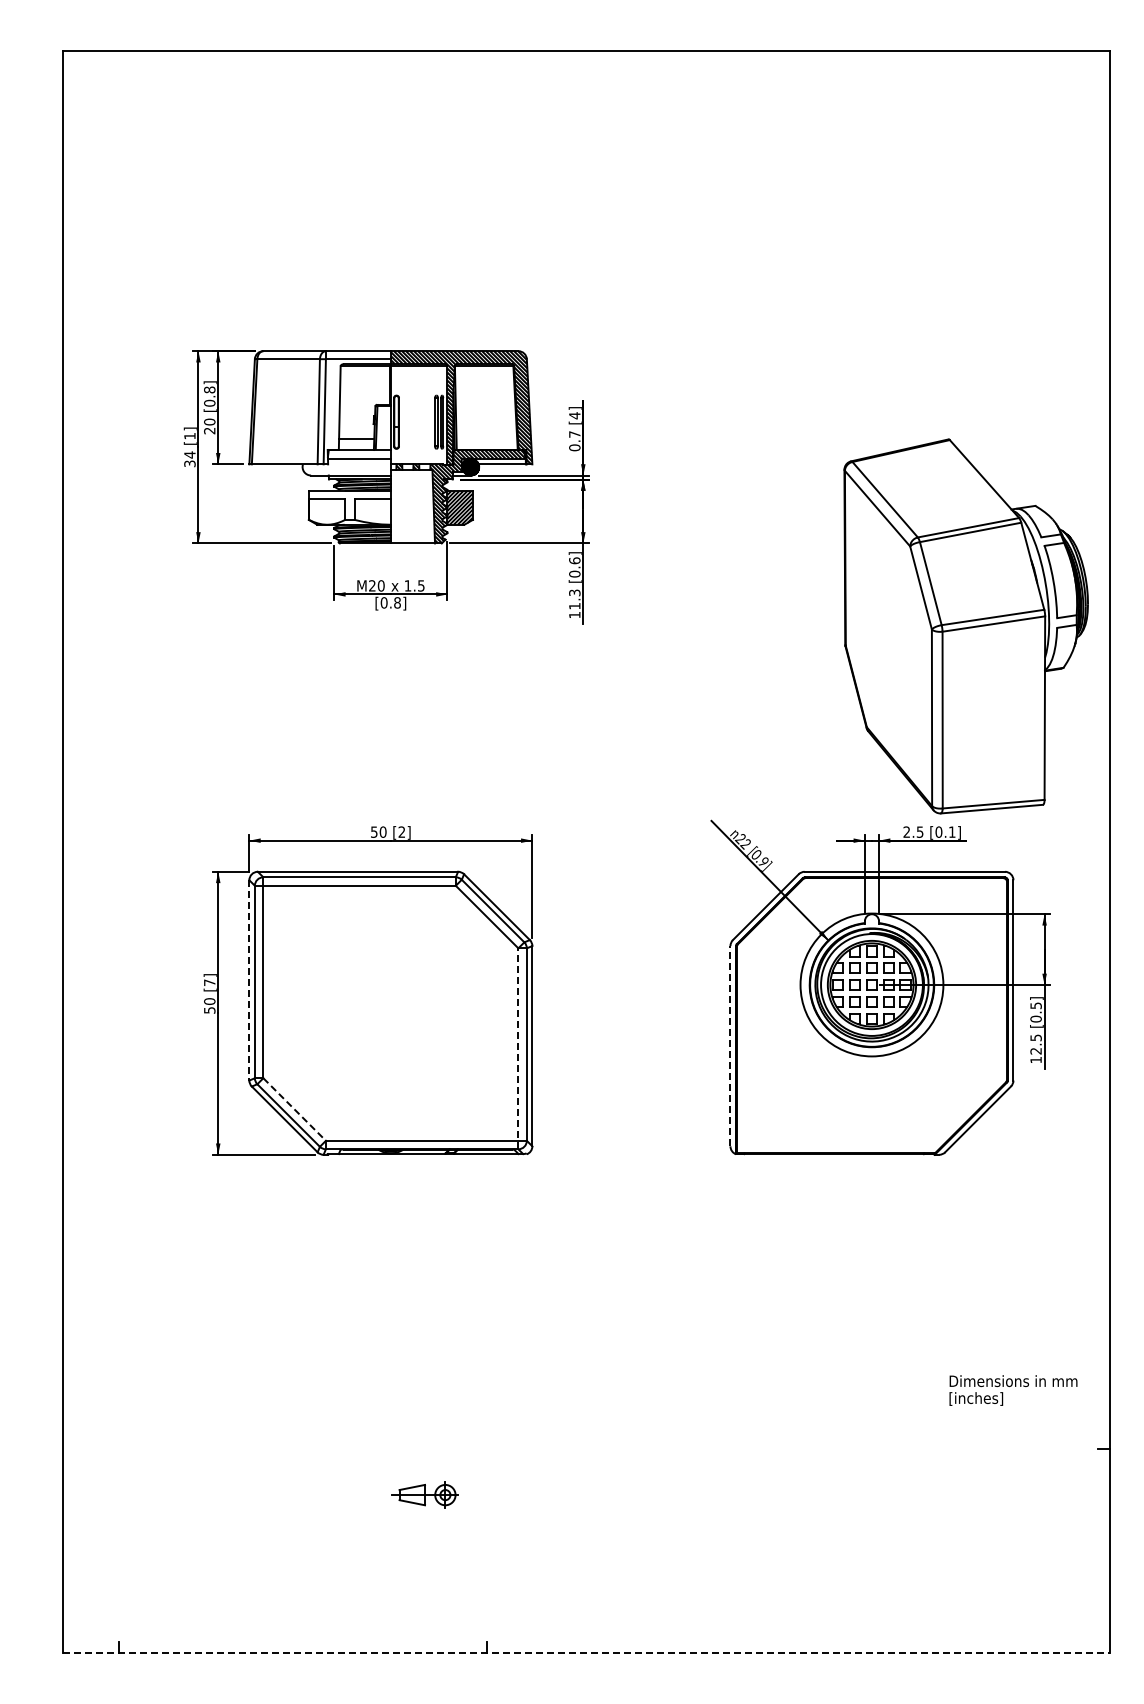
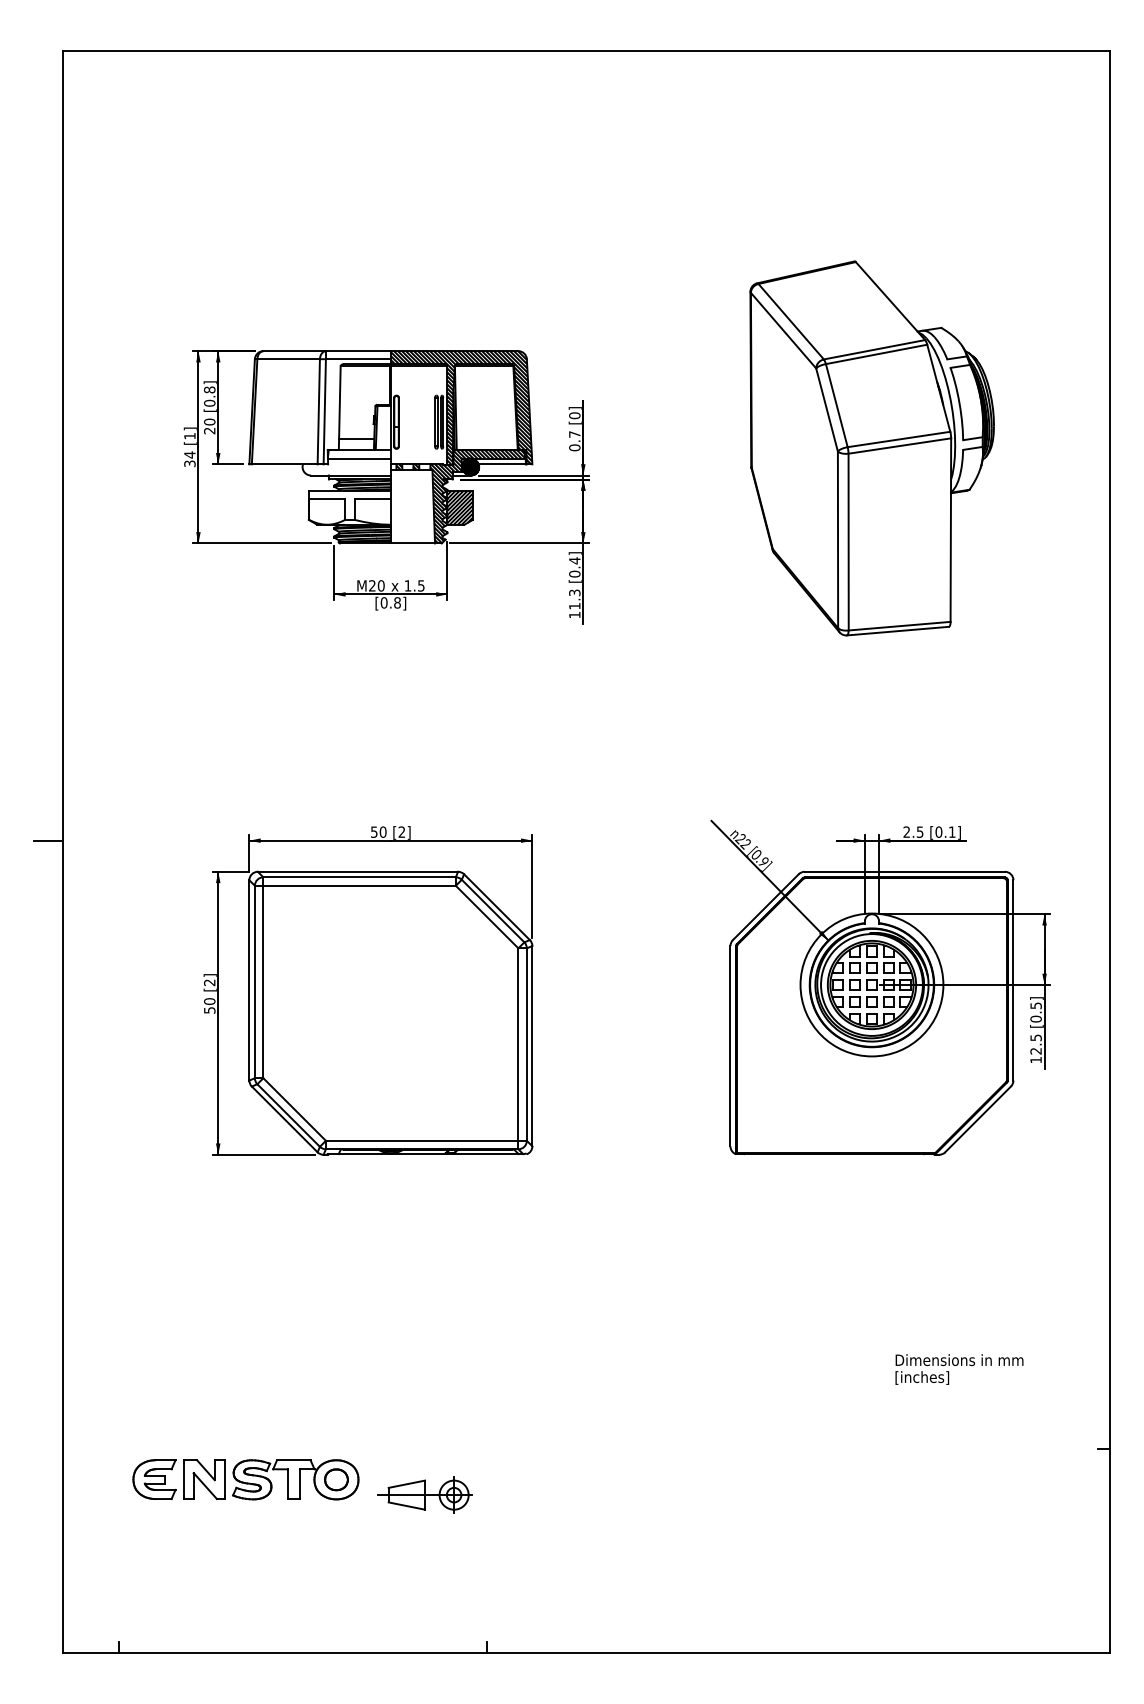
text at (574, 415): [4] -> [0]
text at (574, 560): [0.6] -> [0.4]
part at (965, 626) position: (965, 626) -> (871, 448)
line at (48, 840): none -> present
line at (249, 980): dashed -> solid
text at (209, 982): [7] -> [2]
line at (730, 1045): dashed -> solid
line at (518, 1048): dashed -> solid
line at (295, 1109): dashed -> solid
text at (1013, 1390) position: (1013, 1390) -> (959, 1369)
part at (245, 1479): none -> present
part at (424, 1494) size: 68x28 px -> 96x38 px
line at (586, 1652): dashed -> solid
